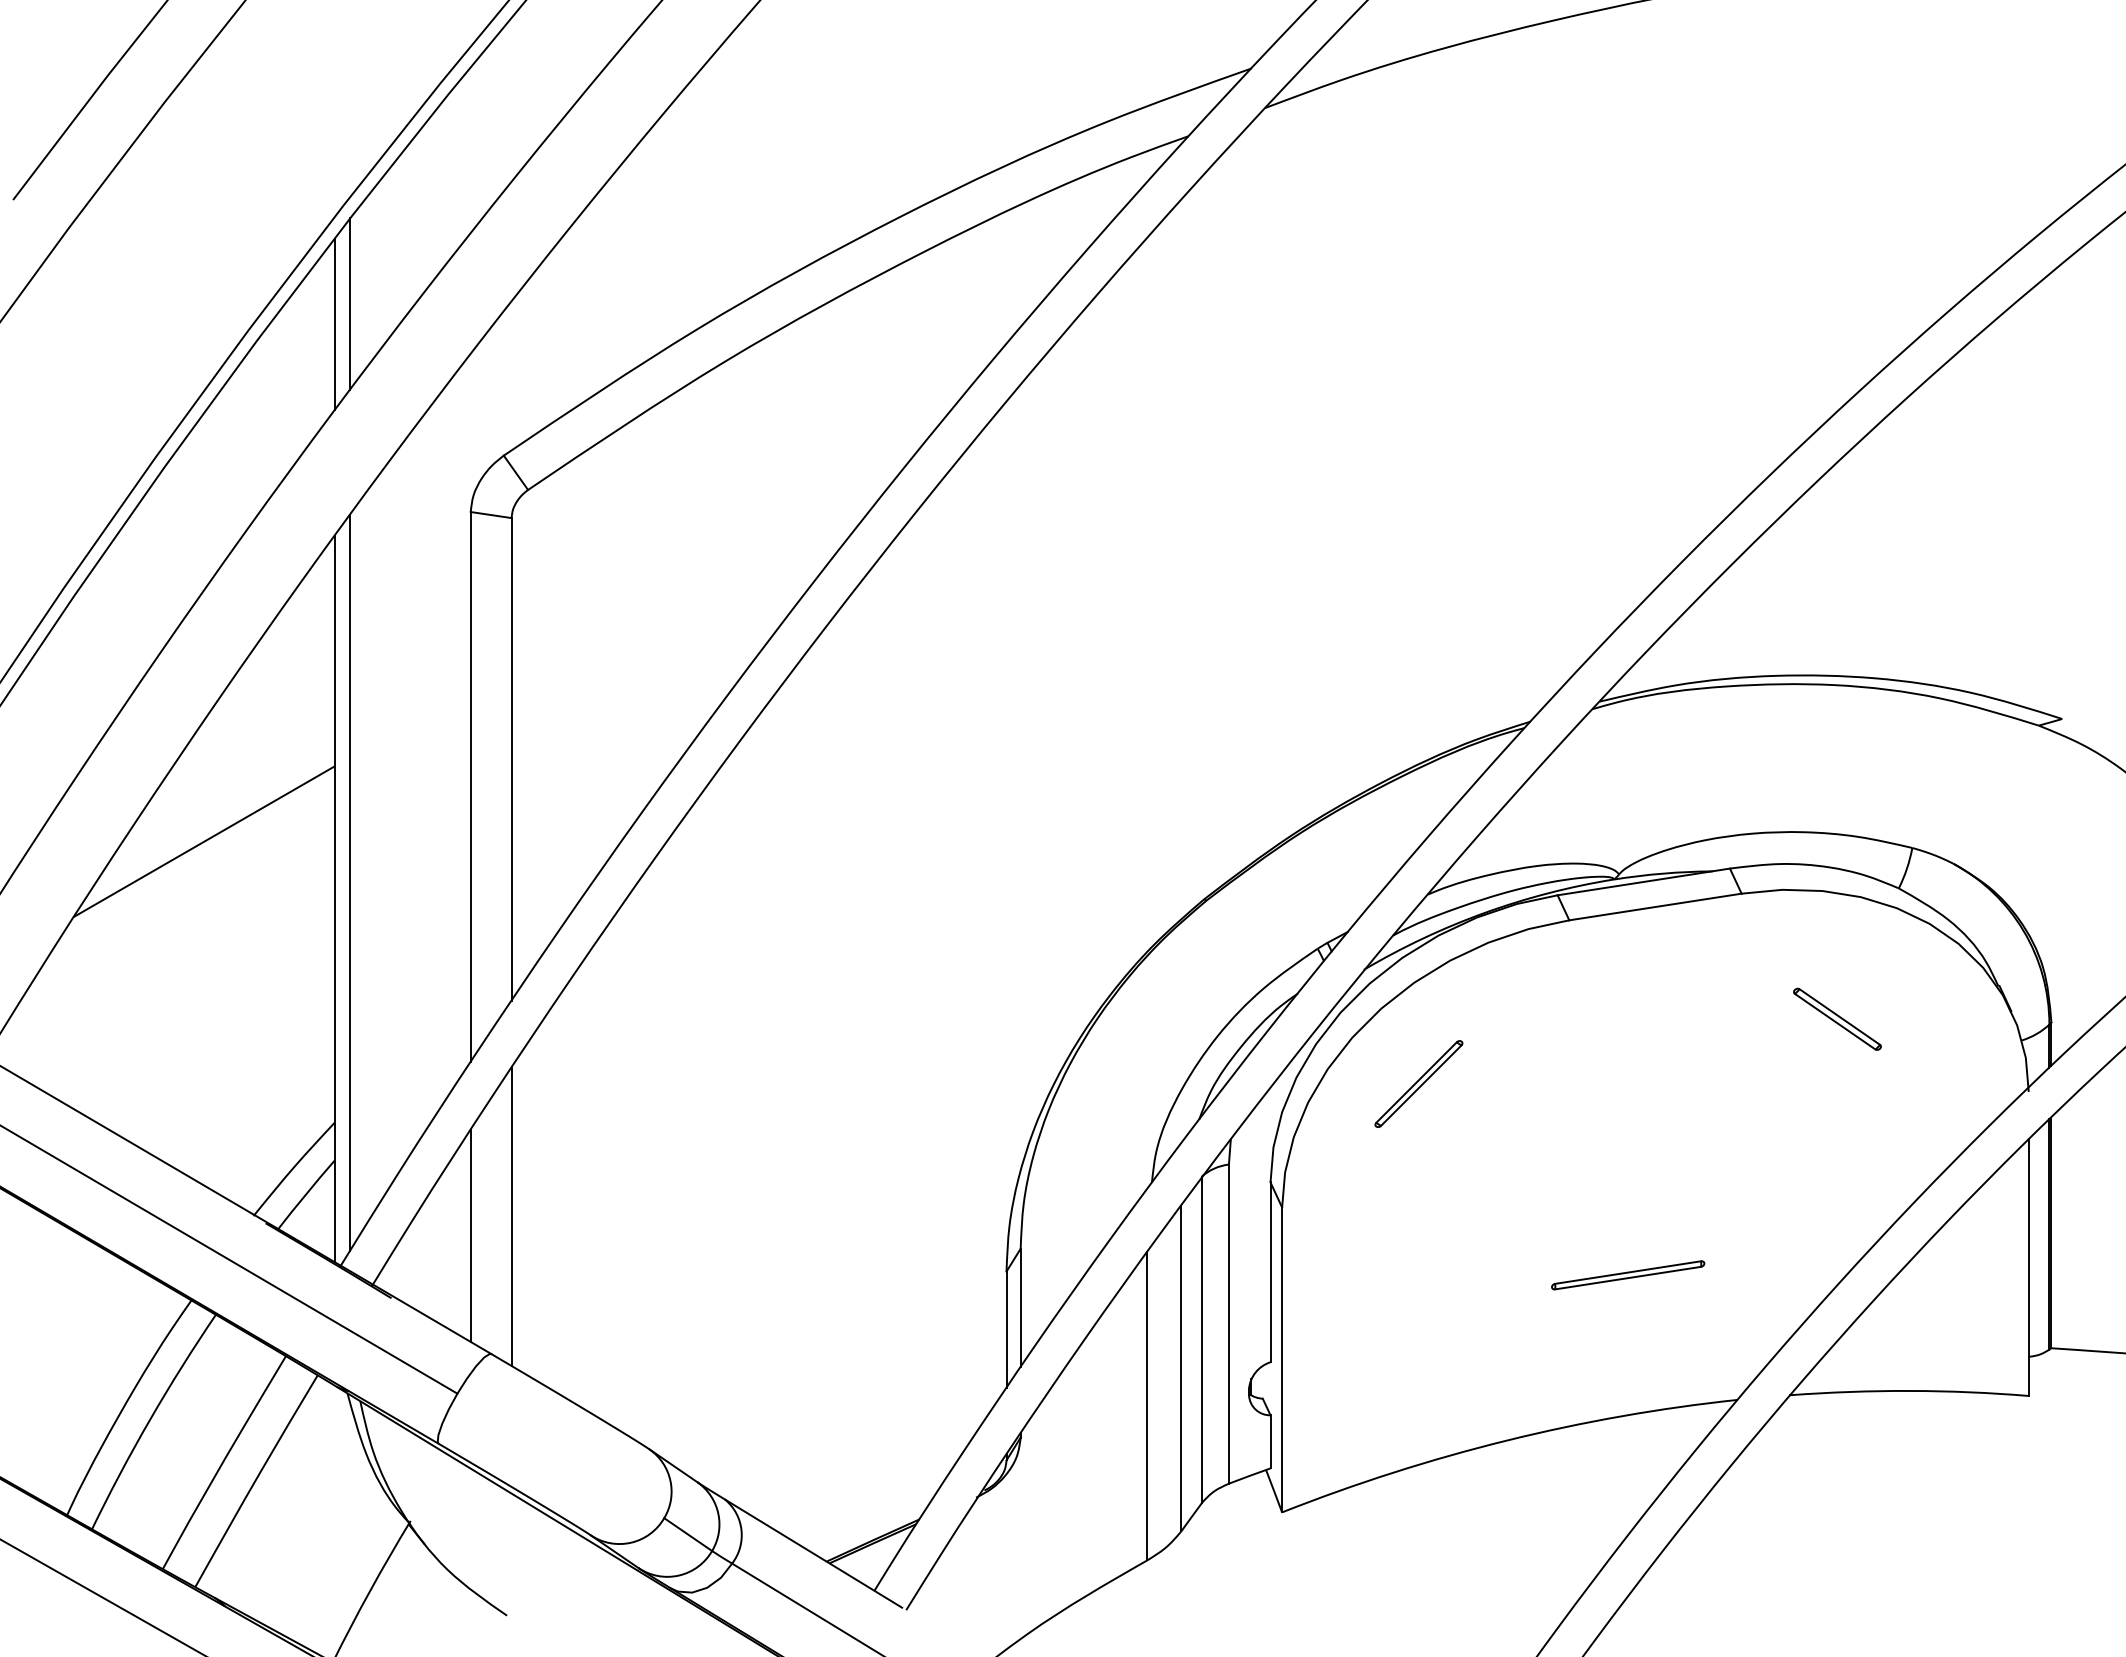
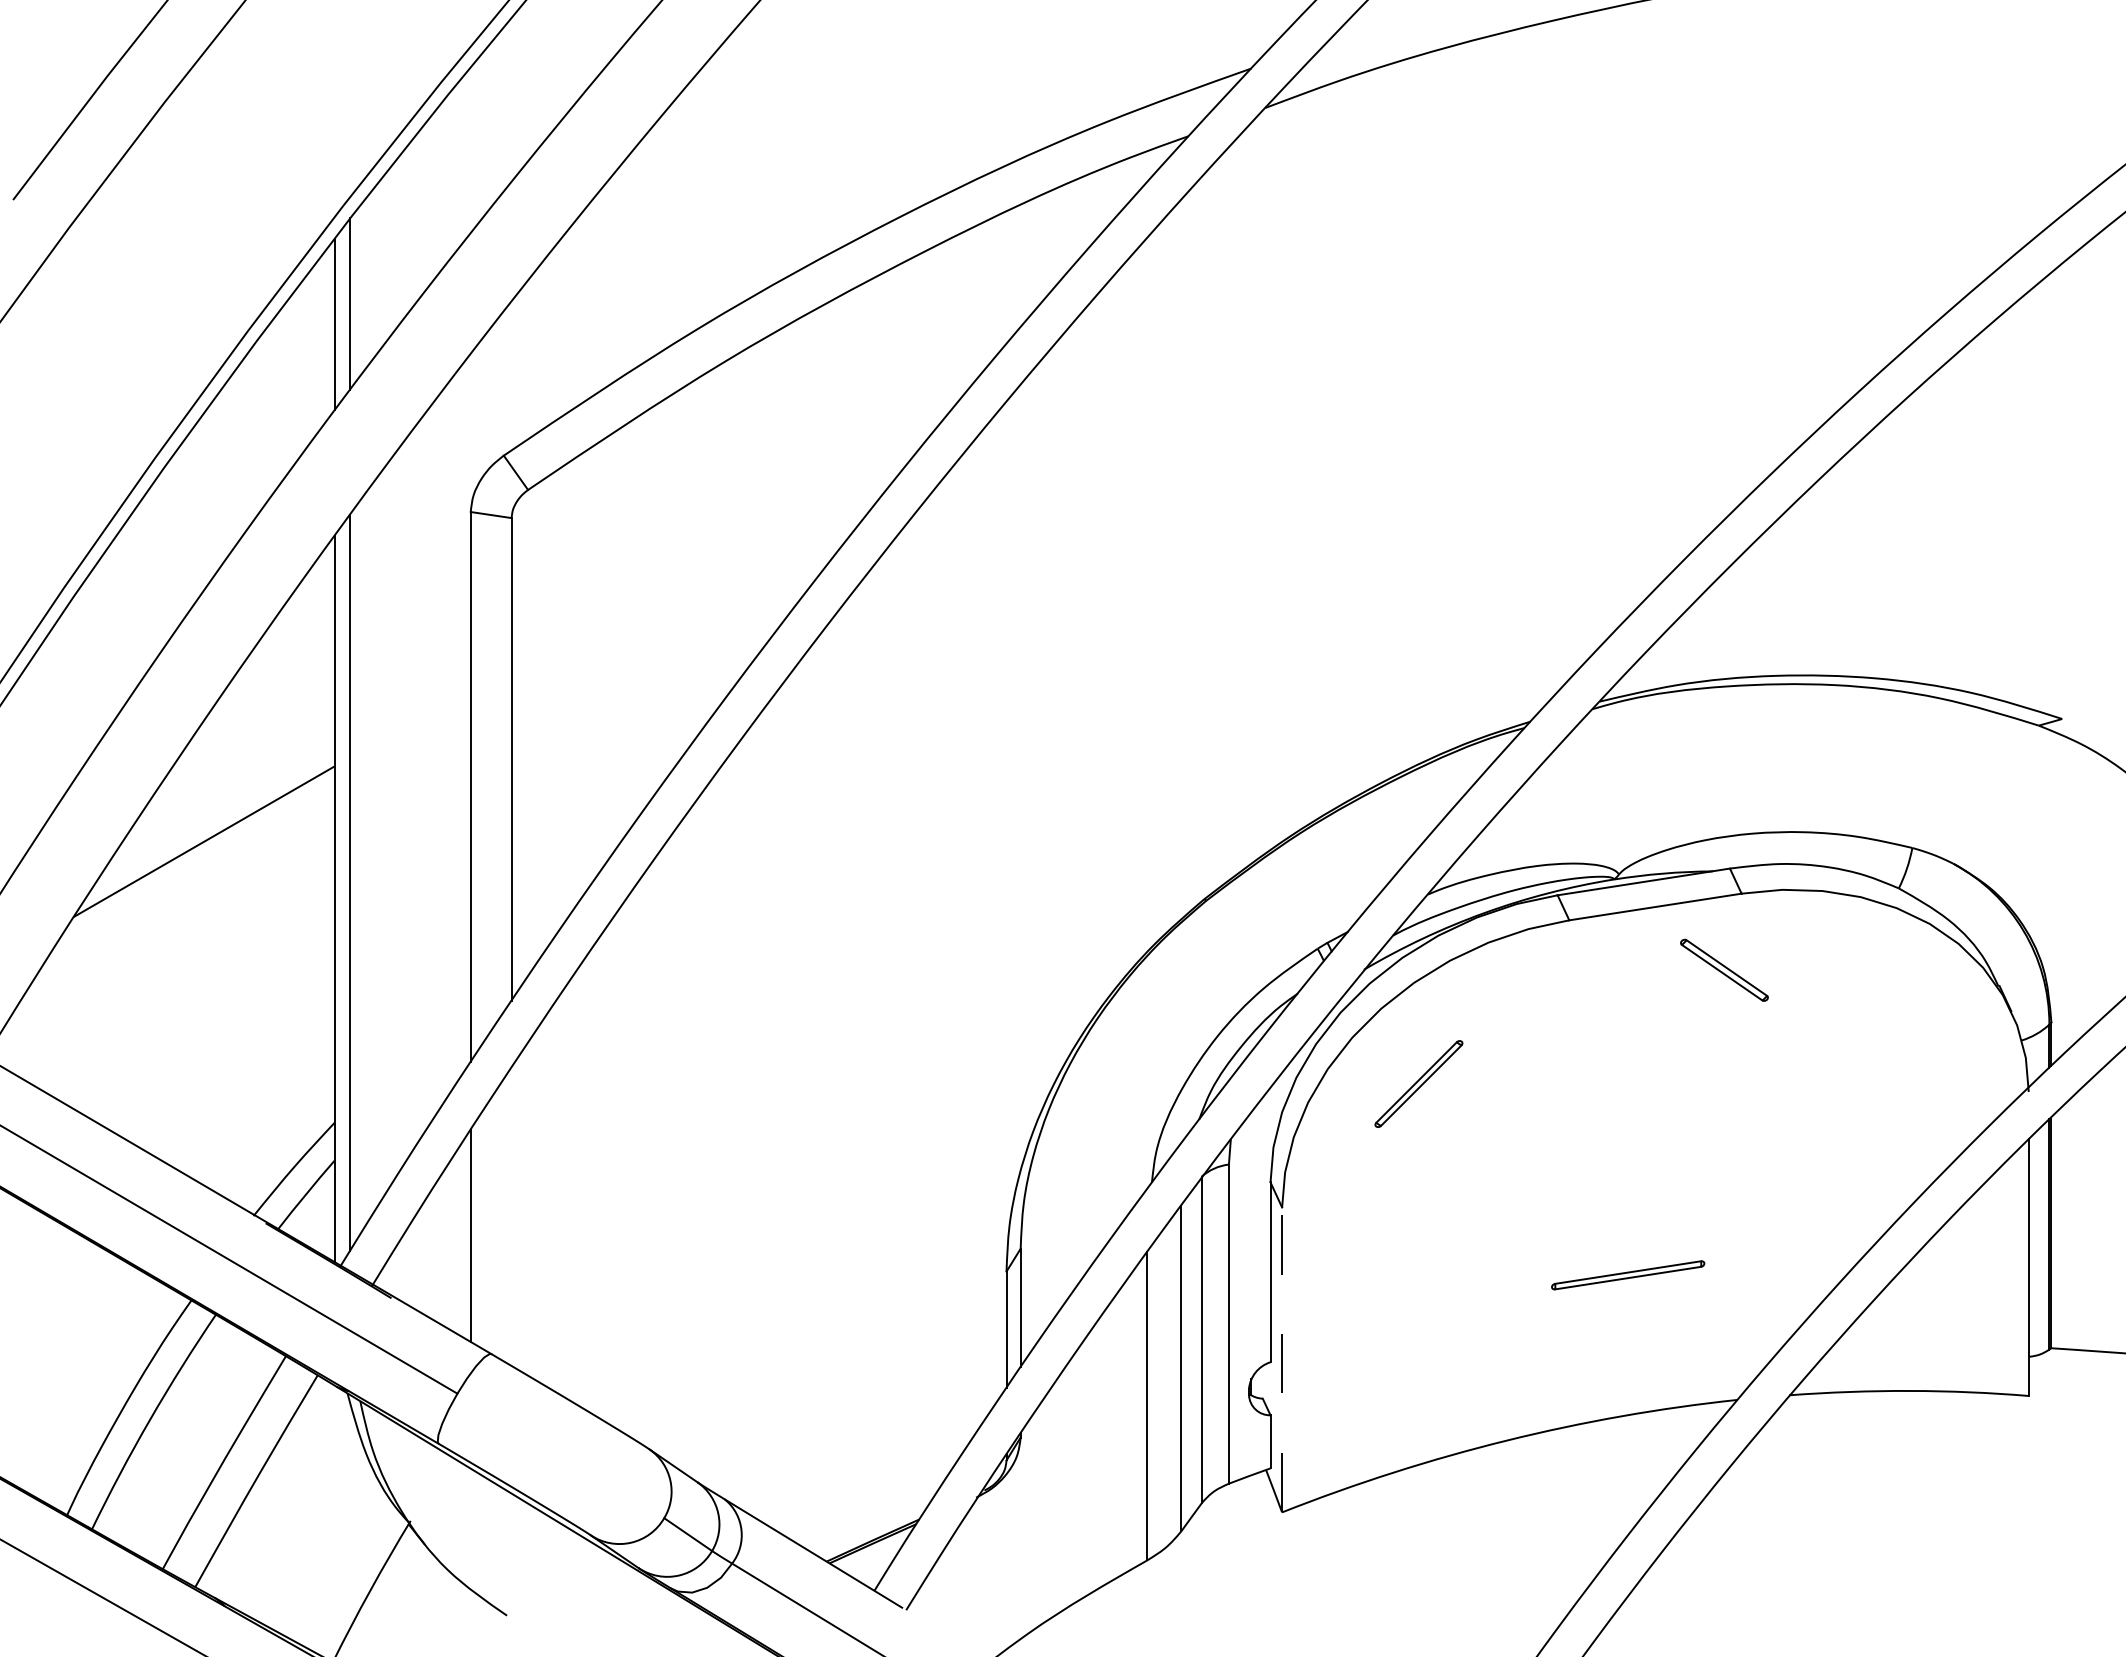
part at (1837, 1018) position: (1837, 1018) -> (1724, 969)
line at (511, 1216): present -> none
line at (1282, 1359): solid -> dashed
